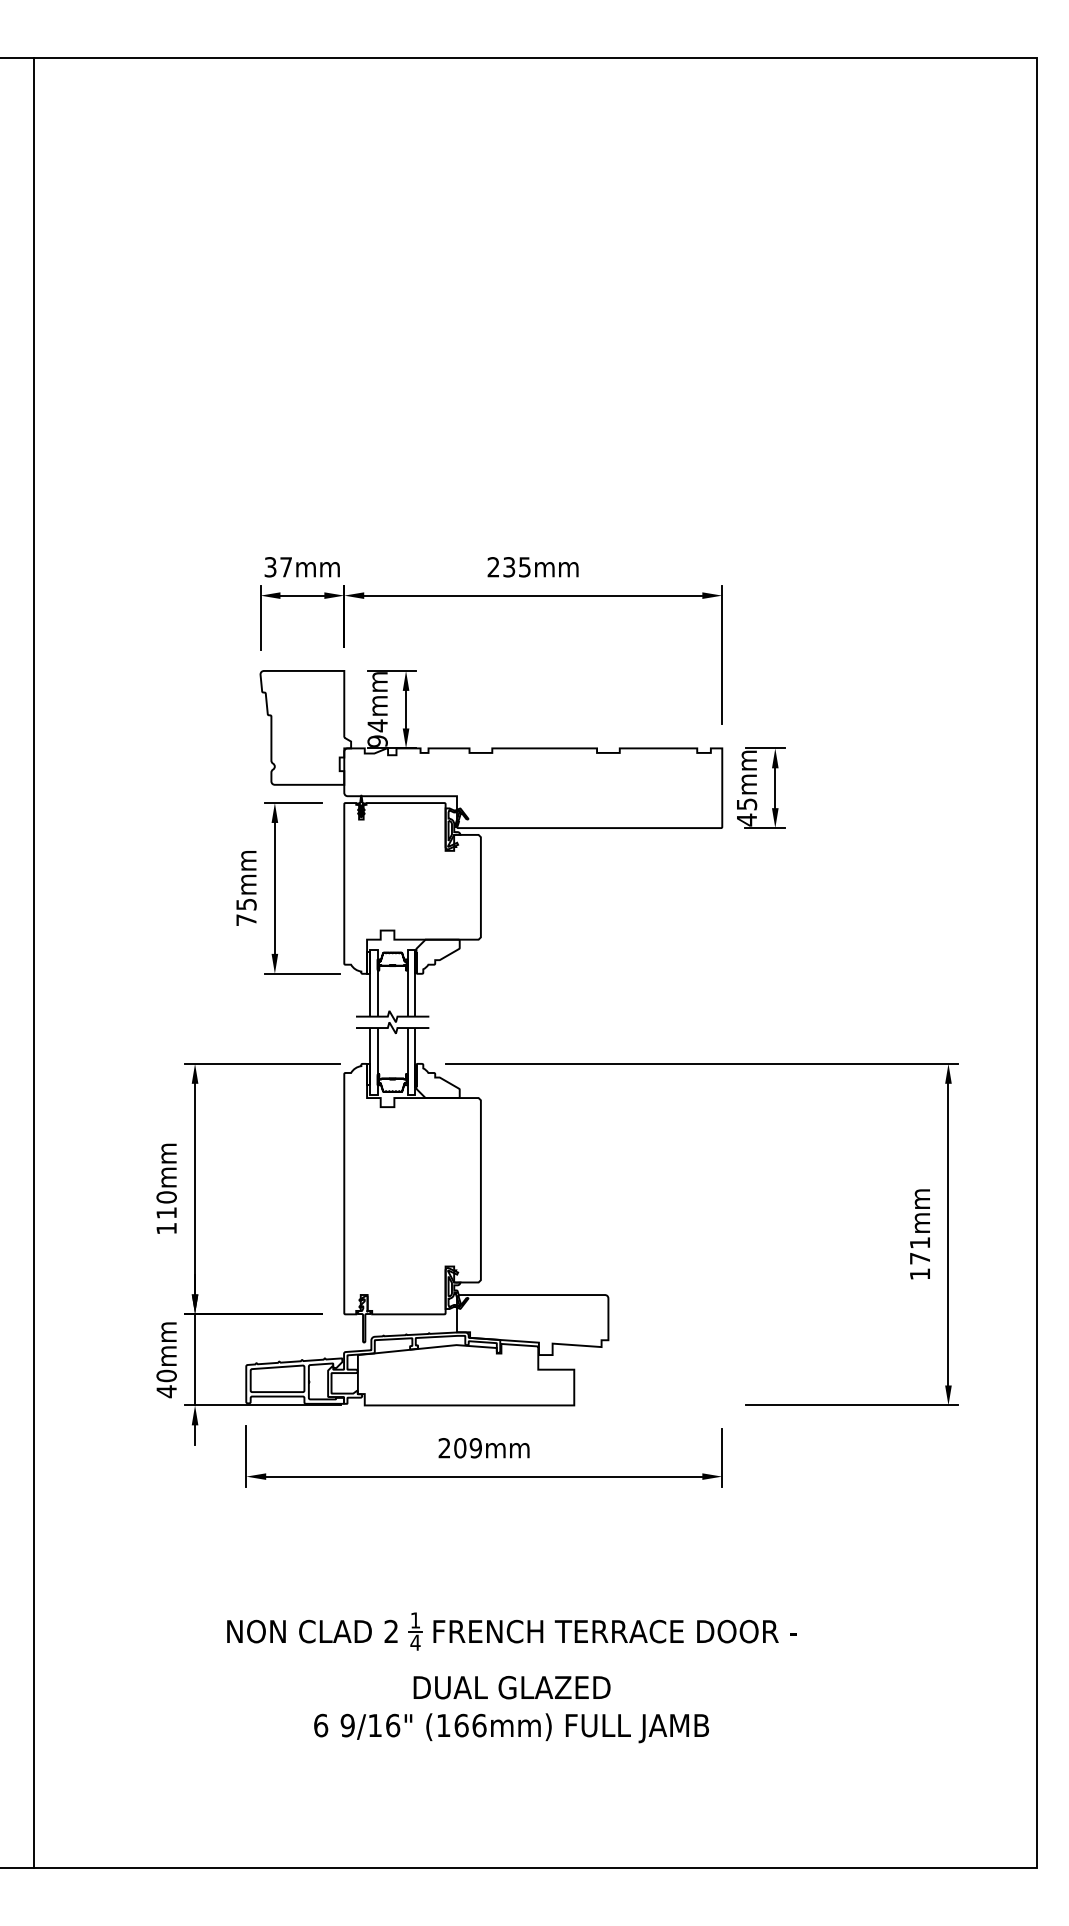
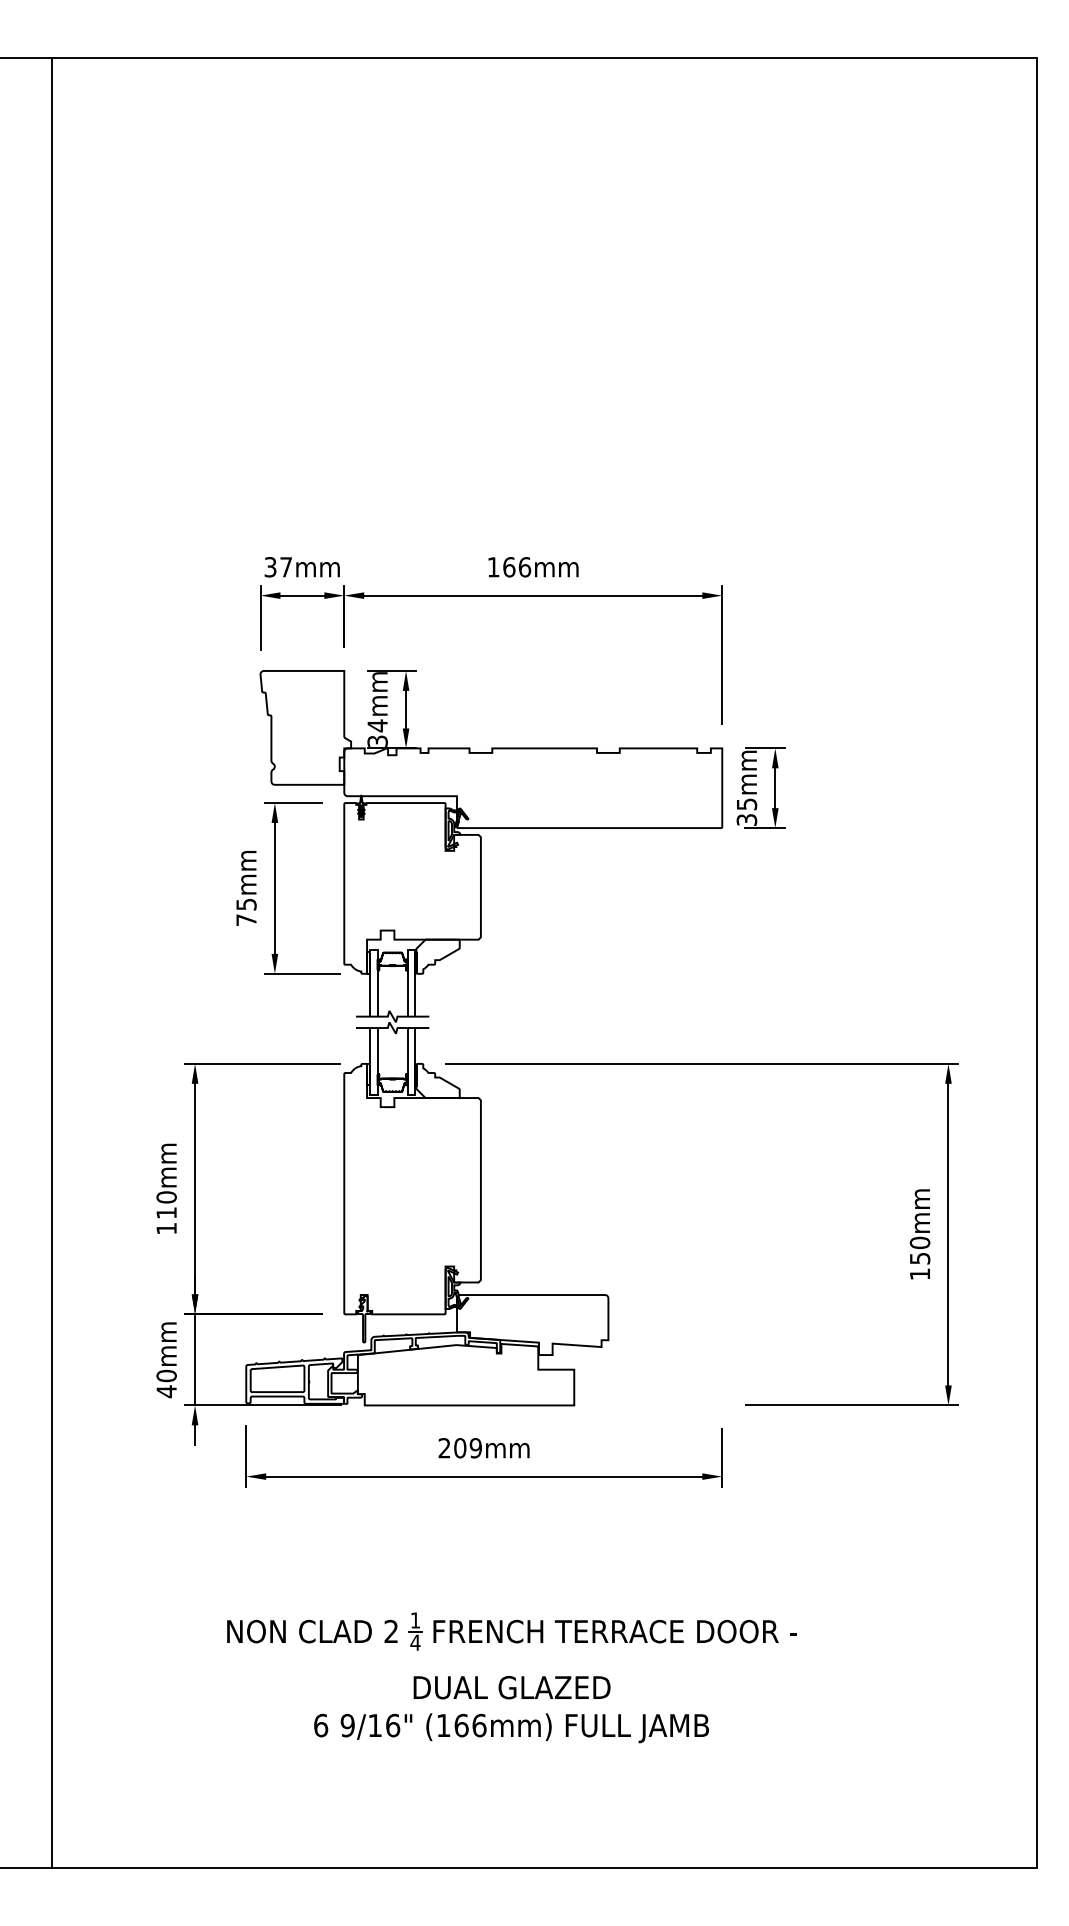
text at (509, 567): 235mm -> 166mm
text at (377, 740): 94mm -> 34mm
text at (746, 819): 45mm -> 35mm
line at (33, 962) position: (33, 962) -> (51, 962)
text at (919, 1250): 171mm -> 150mm
